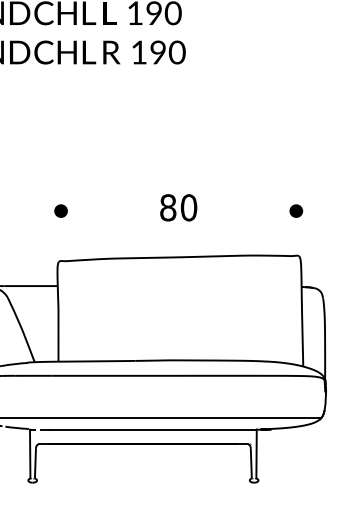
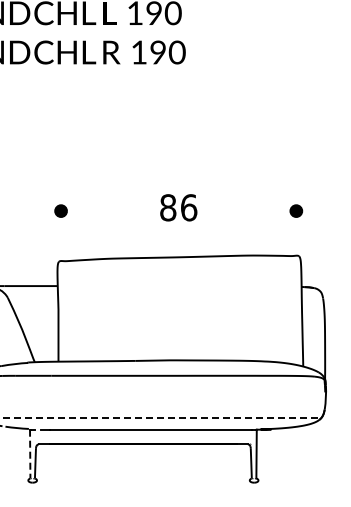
text at (188, 207): 80 -> 86
line at (161, 417): solid -> dashed
line at (30, 454): solid -> dashed
